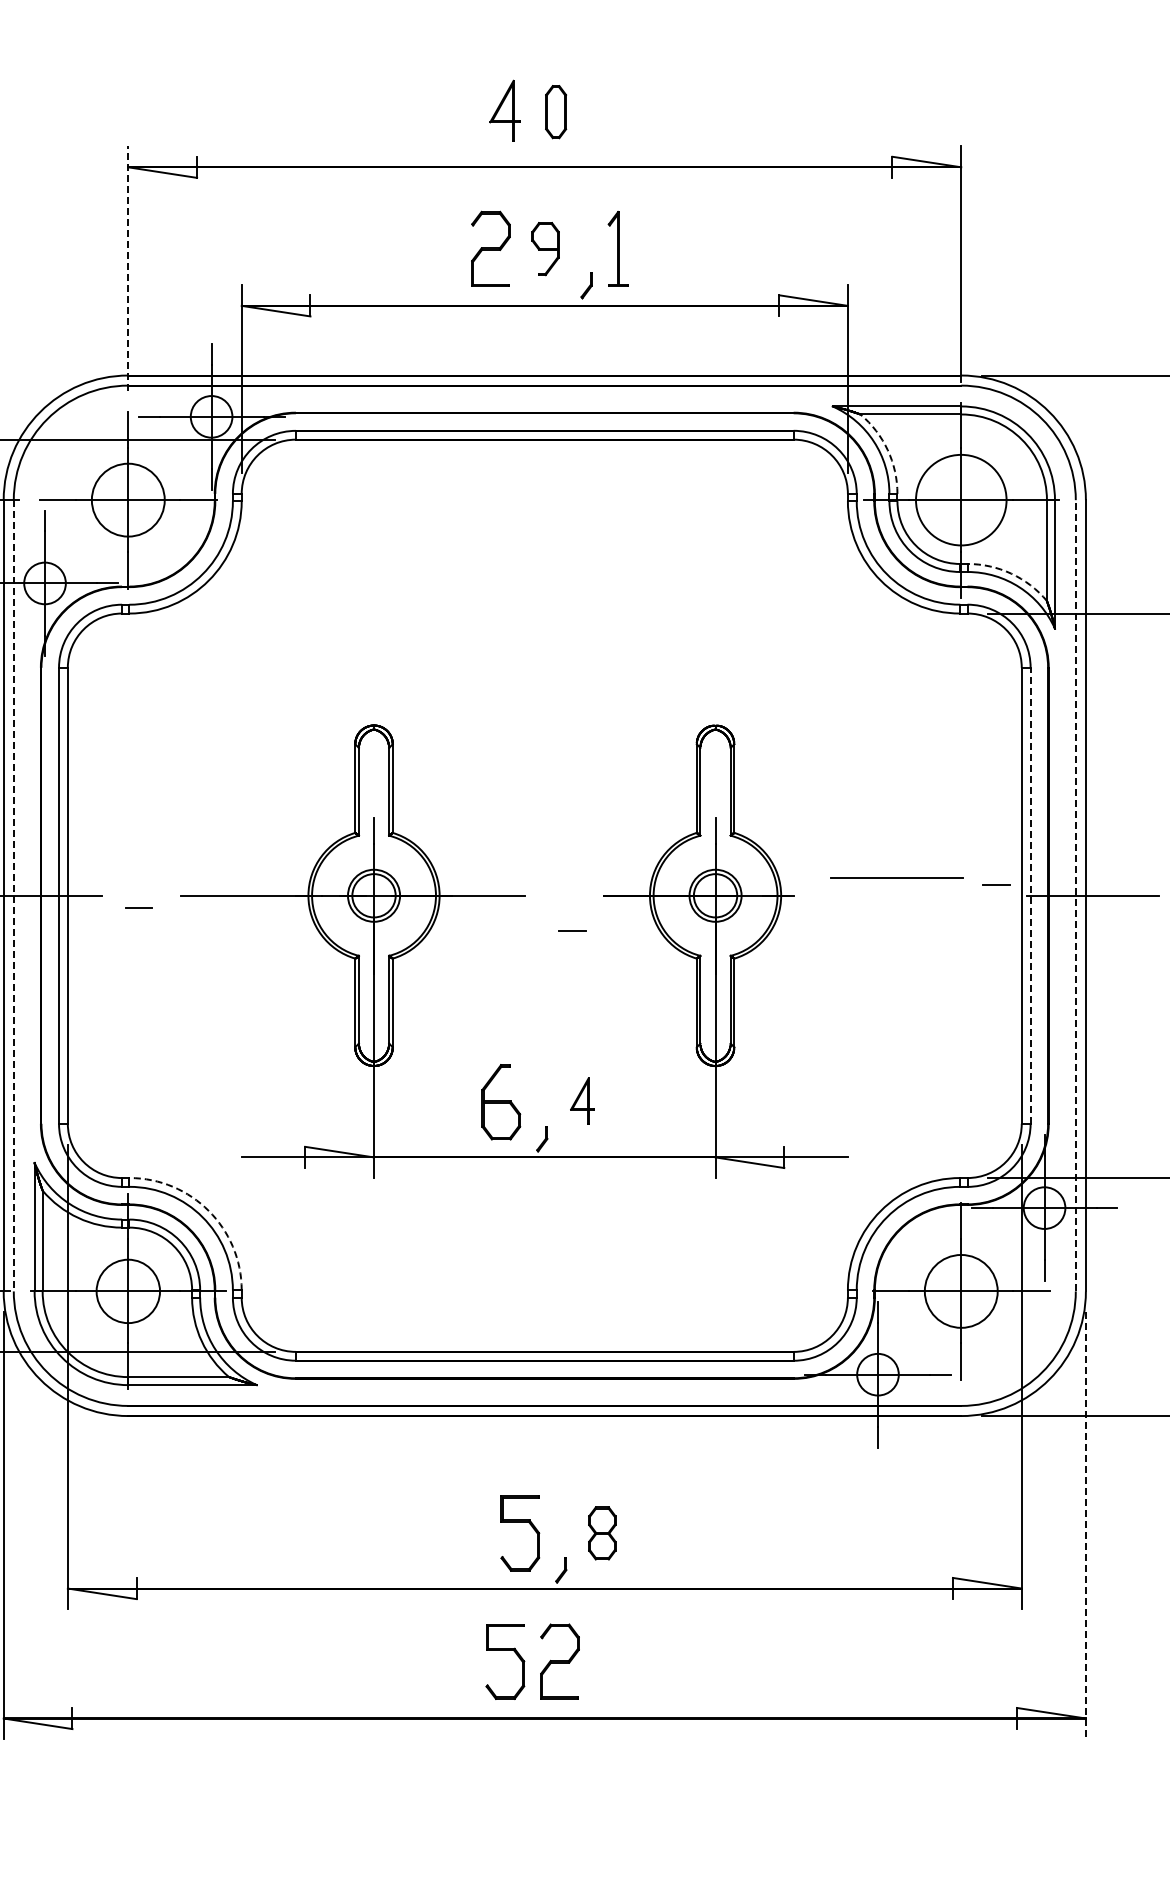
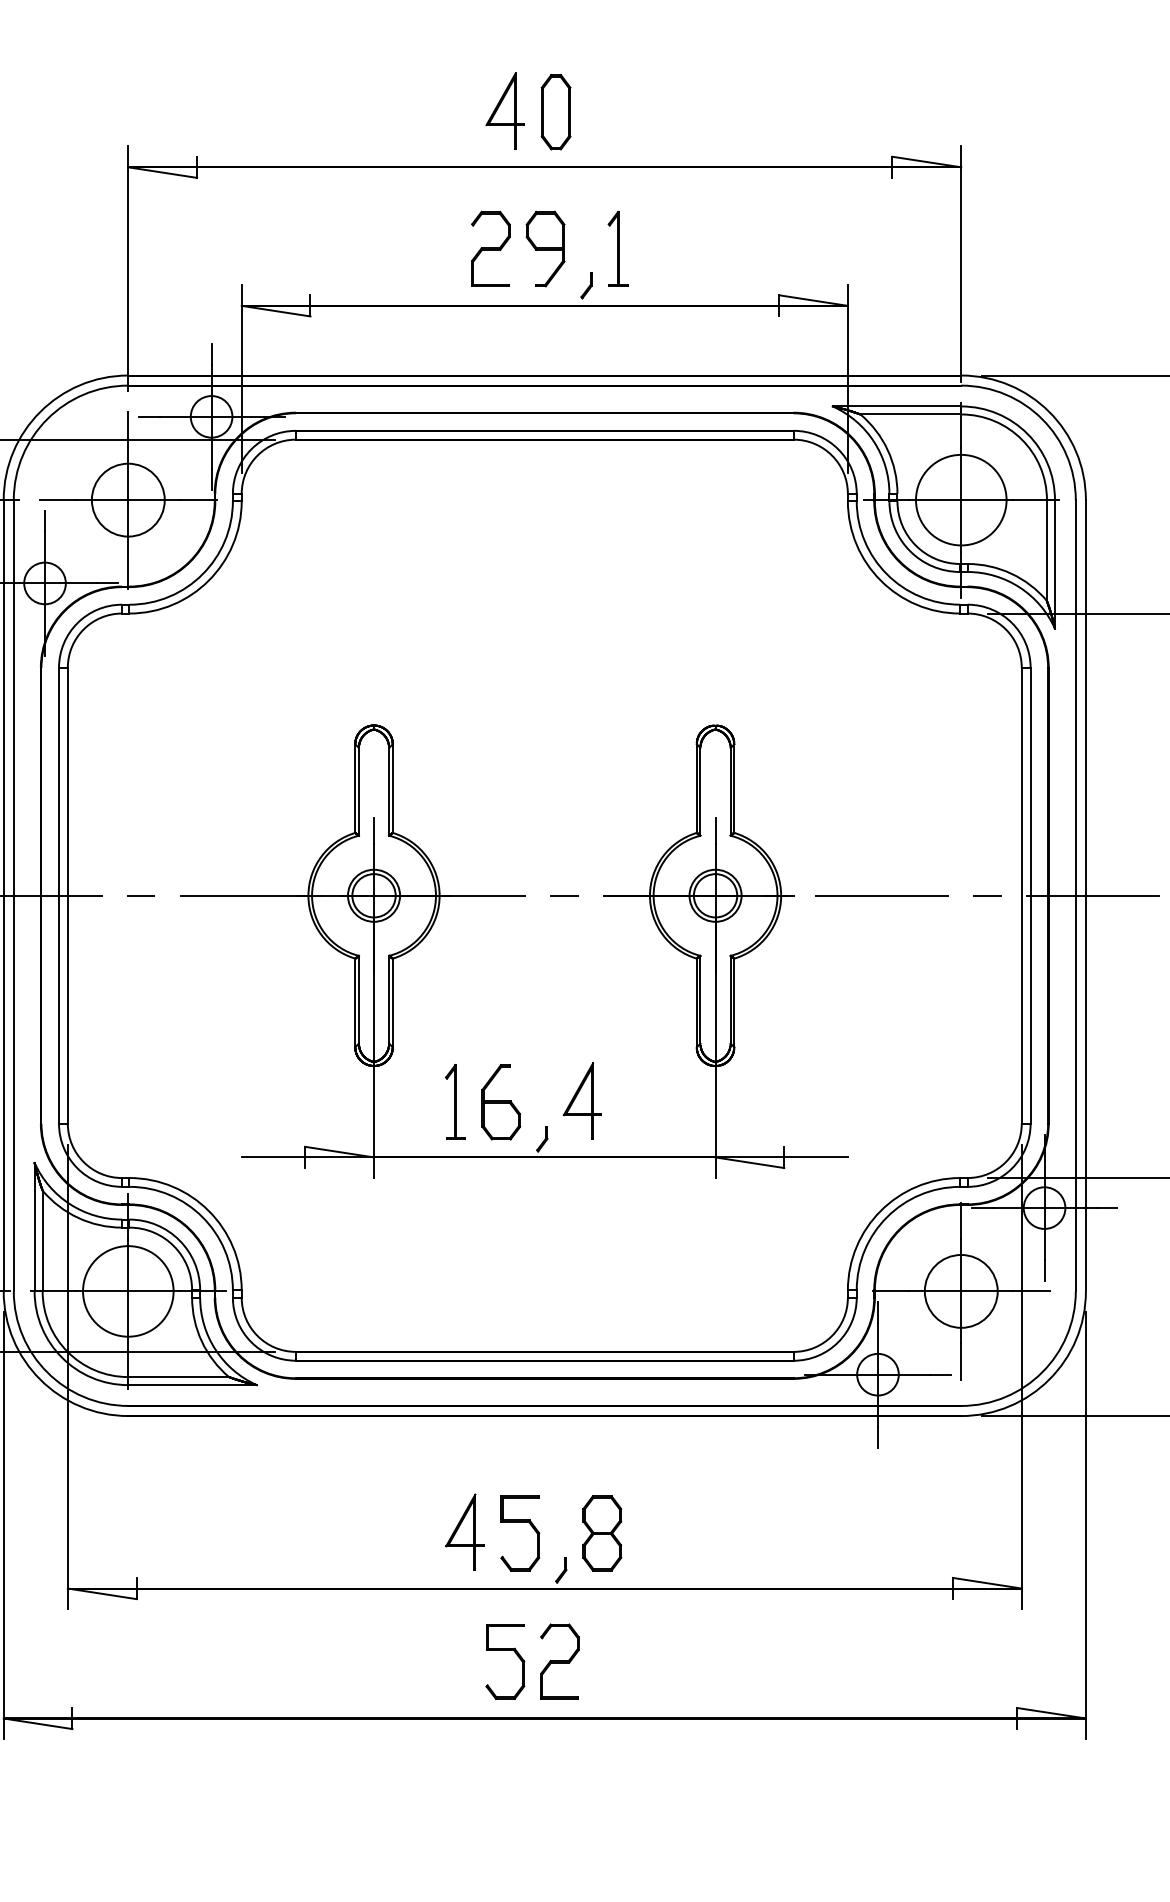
part at (504, 110) size: 32x63 px -> 40x78 px
part at (556, 112) size: 23x55 px -> 32x78 px
part at (545, 249) size: 29x55 px -> 41x78 px
line at (128, 268): dashed -> solid
arc at (887, 450): dashed -> solid
arc at (1011, 573): dashed -> solid
line at (896, 877) position: (896, 877) -> (881, 895)
line at (996, 884) position: (996, 884) -> (987, 895)
line at (13, 895): dashed -> solid
line at (1030, 895): dashed -> solid
line at (1075, 895): dashed -> solid
line at (138, 907) position: (138, 907) -> (140, 895)
line at (572, 930) position: (572, 930) -> (564, 895)
part at (582, 1100) size: 25x48 px -> 40x78 px
part at (455, 1101): none -> present
arc at (208, 1210): dashed -> solid
circle at (128, 1291) diameter: 63 px -> 91 px
line at (1085, 1525): dashed -> solid
part at (464, 1531): none -> present
part at (602, 1533) size: 29x55 px -> 41x77 px
